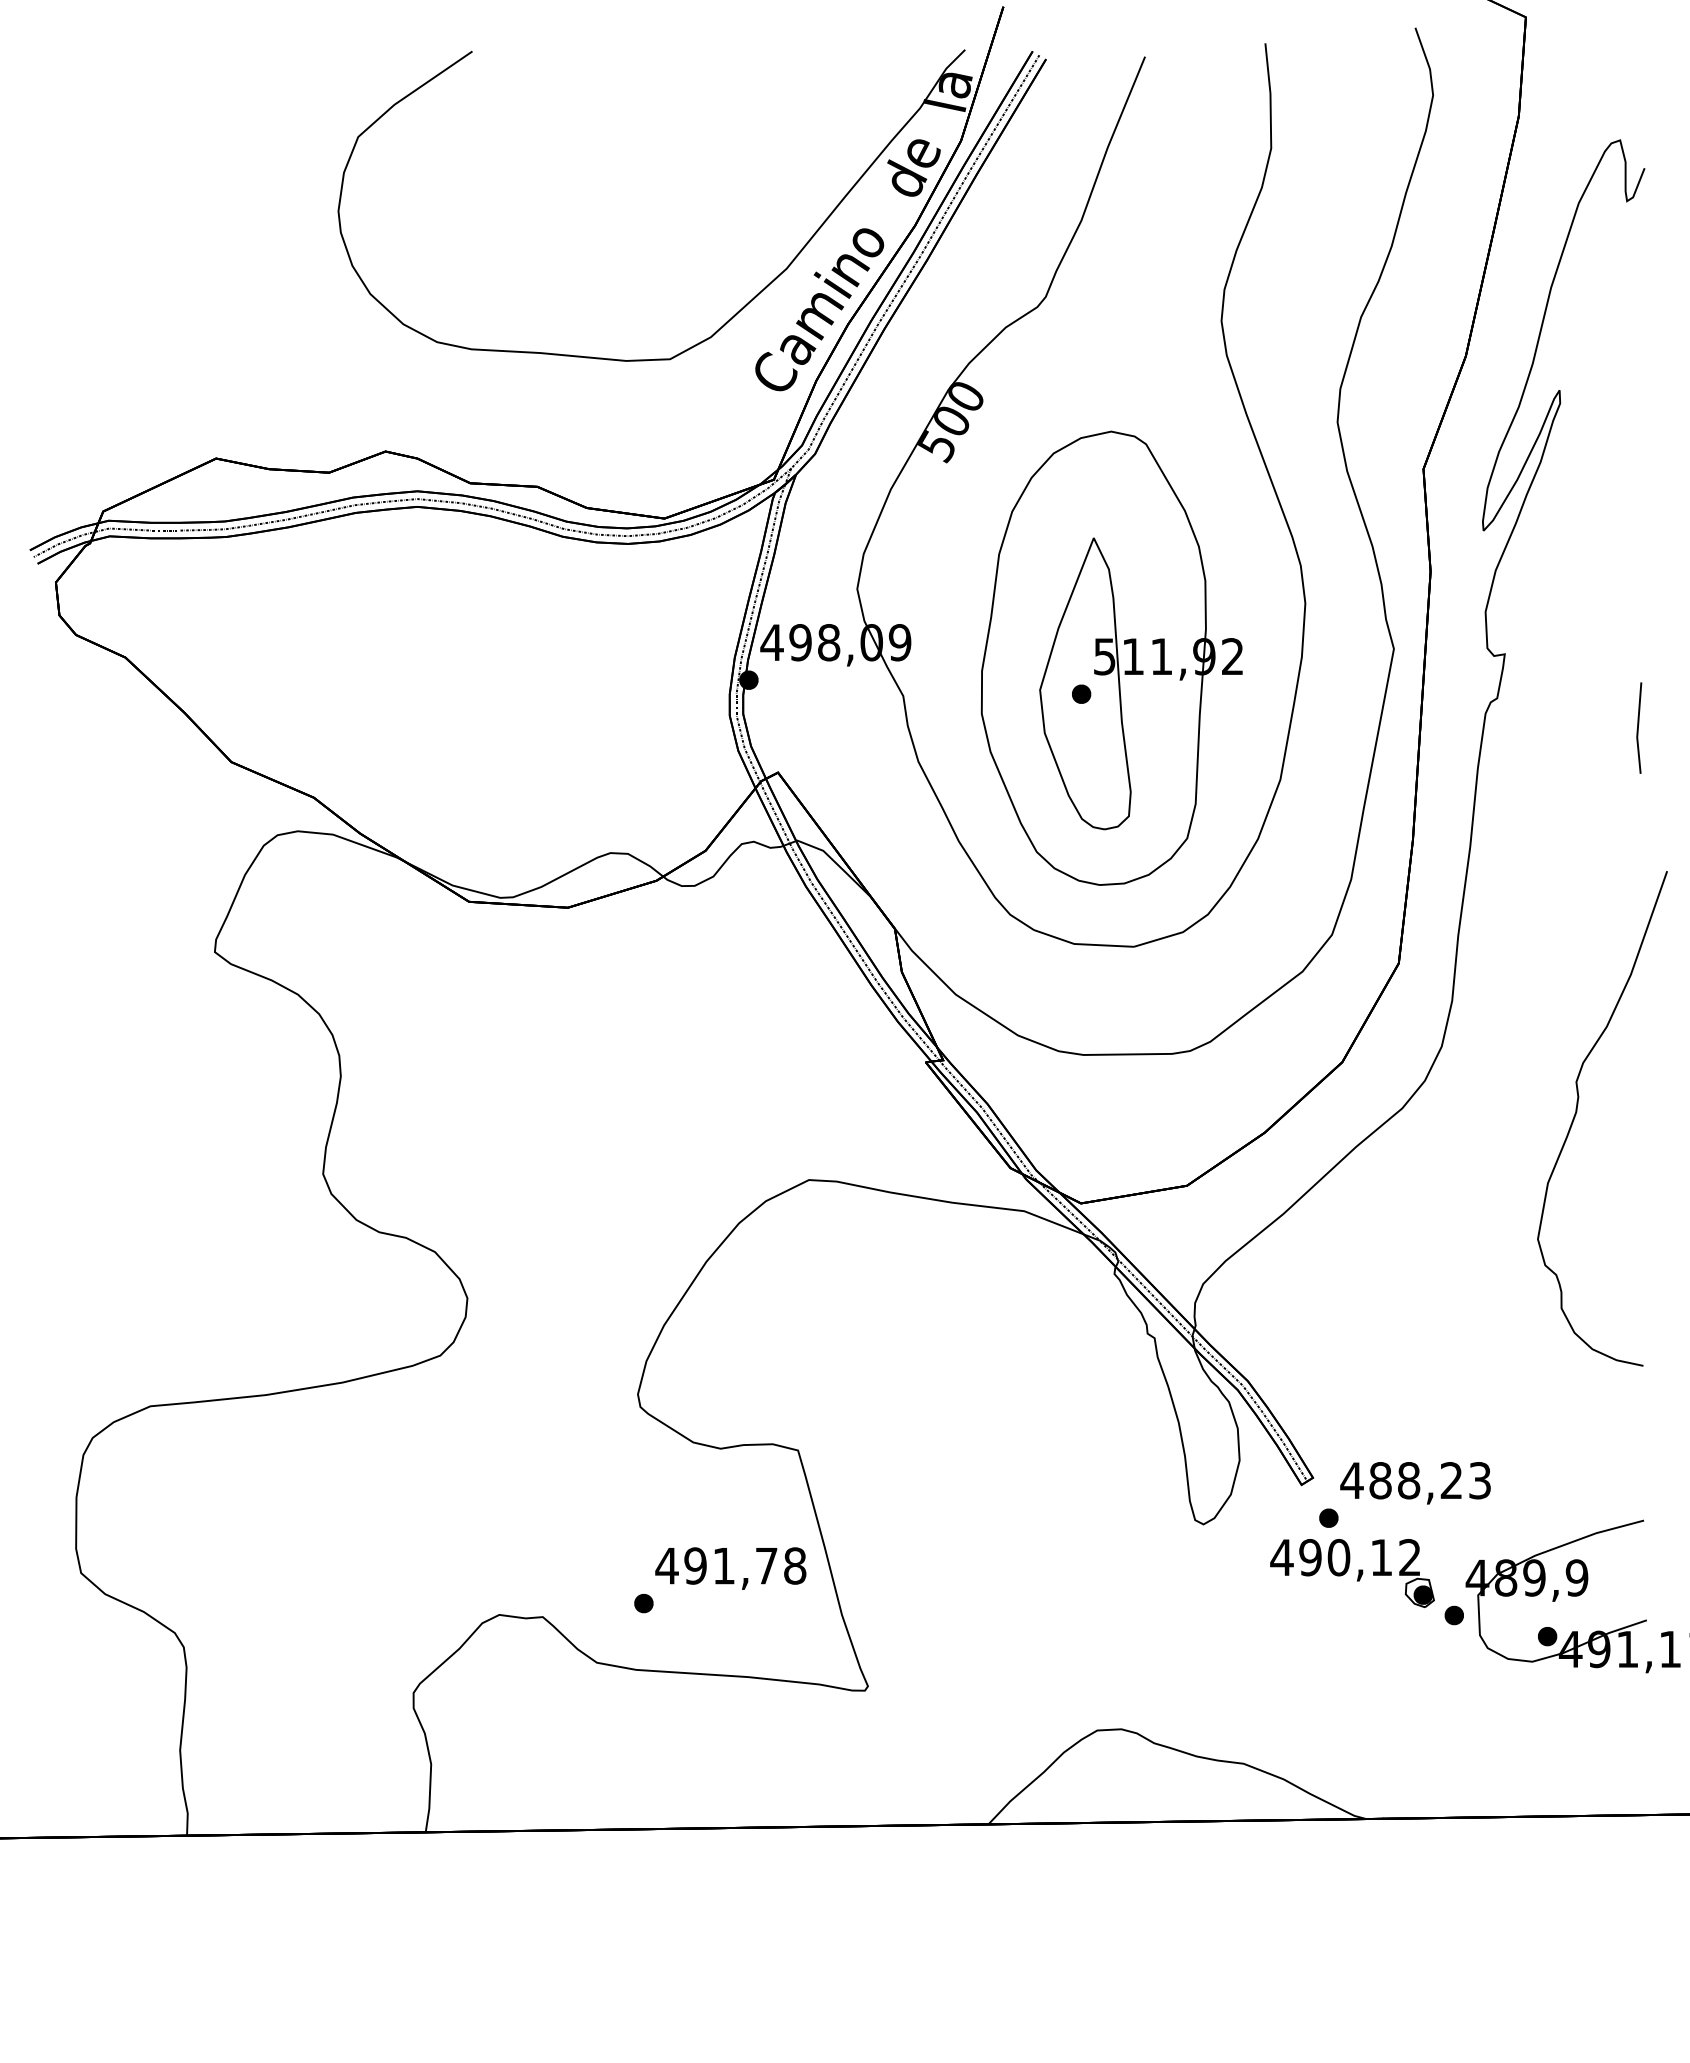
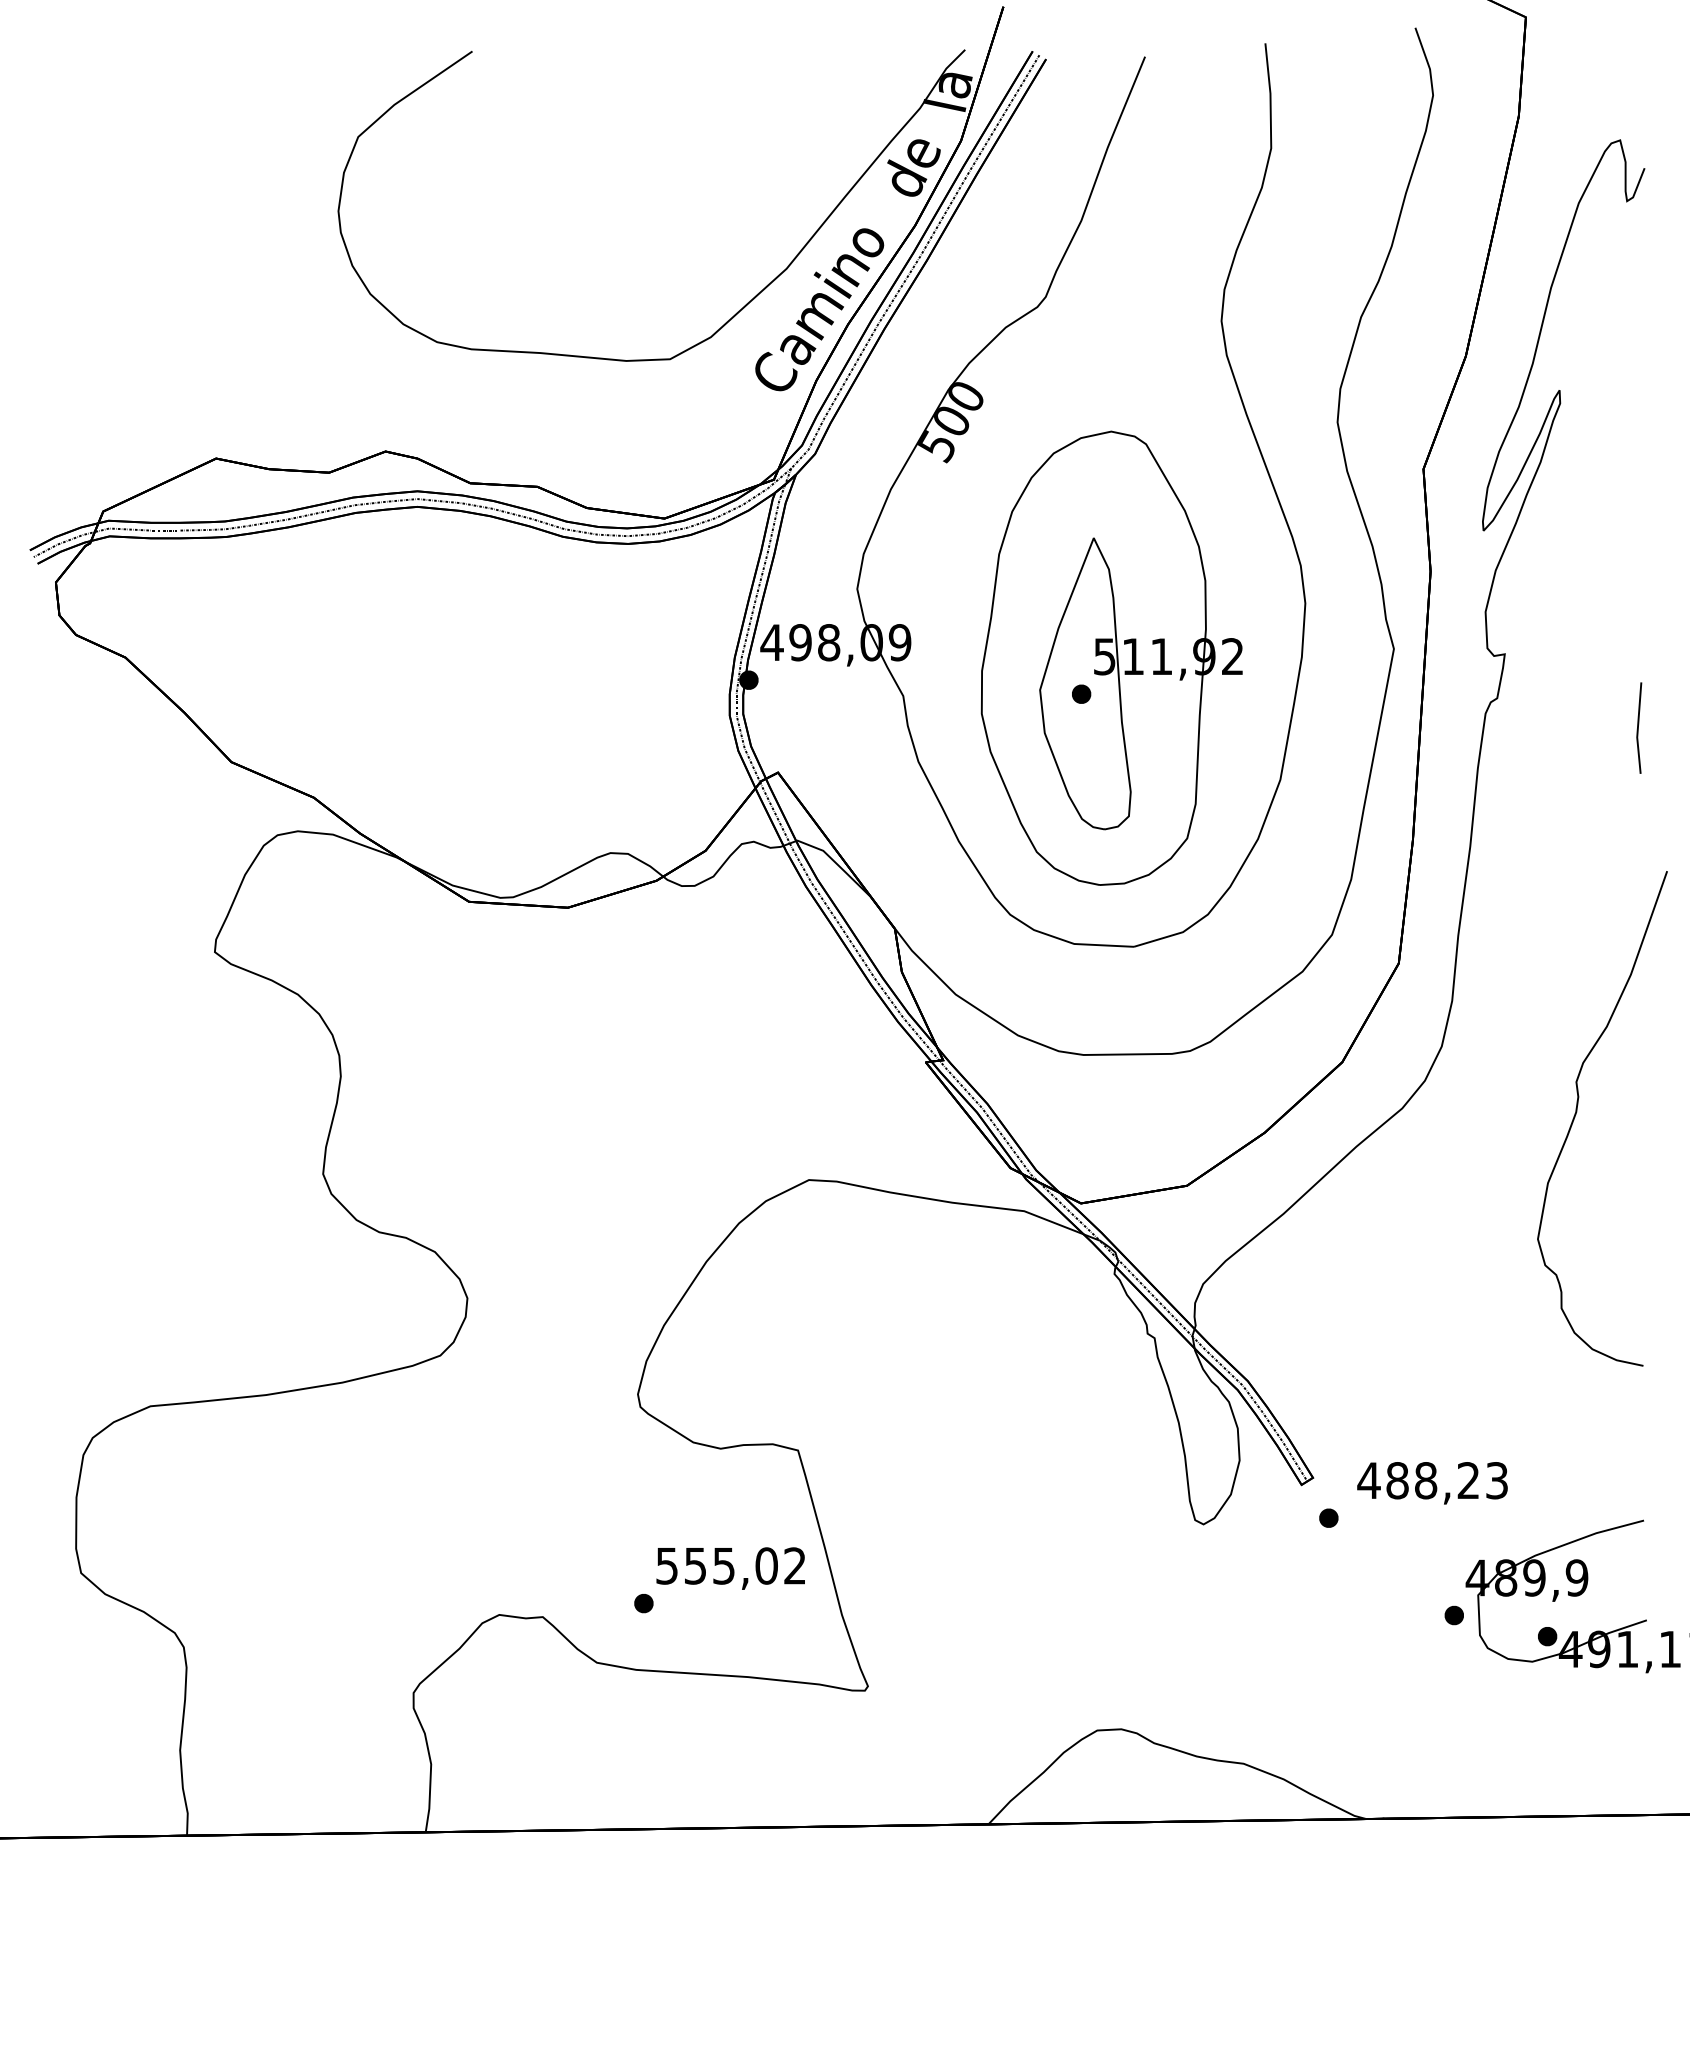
text at (1415, 1483) position: (1415, 1483) -> (1432, 1483)
text at (730, 1565): 491,78 -> 555,02
part at (1352, 1573): present -> none
